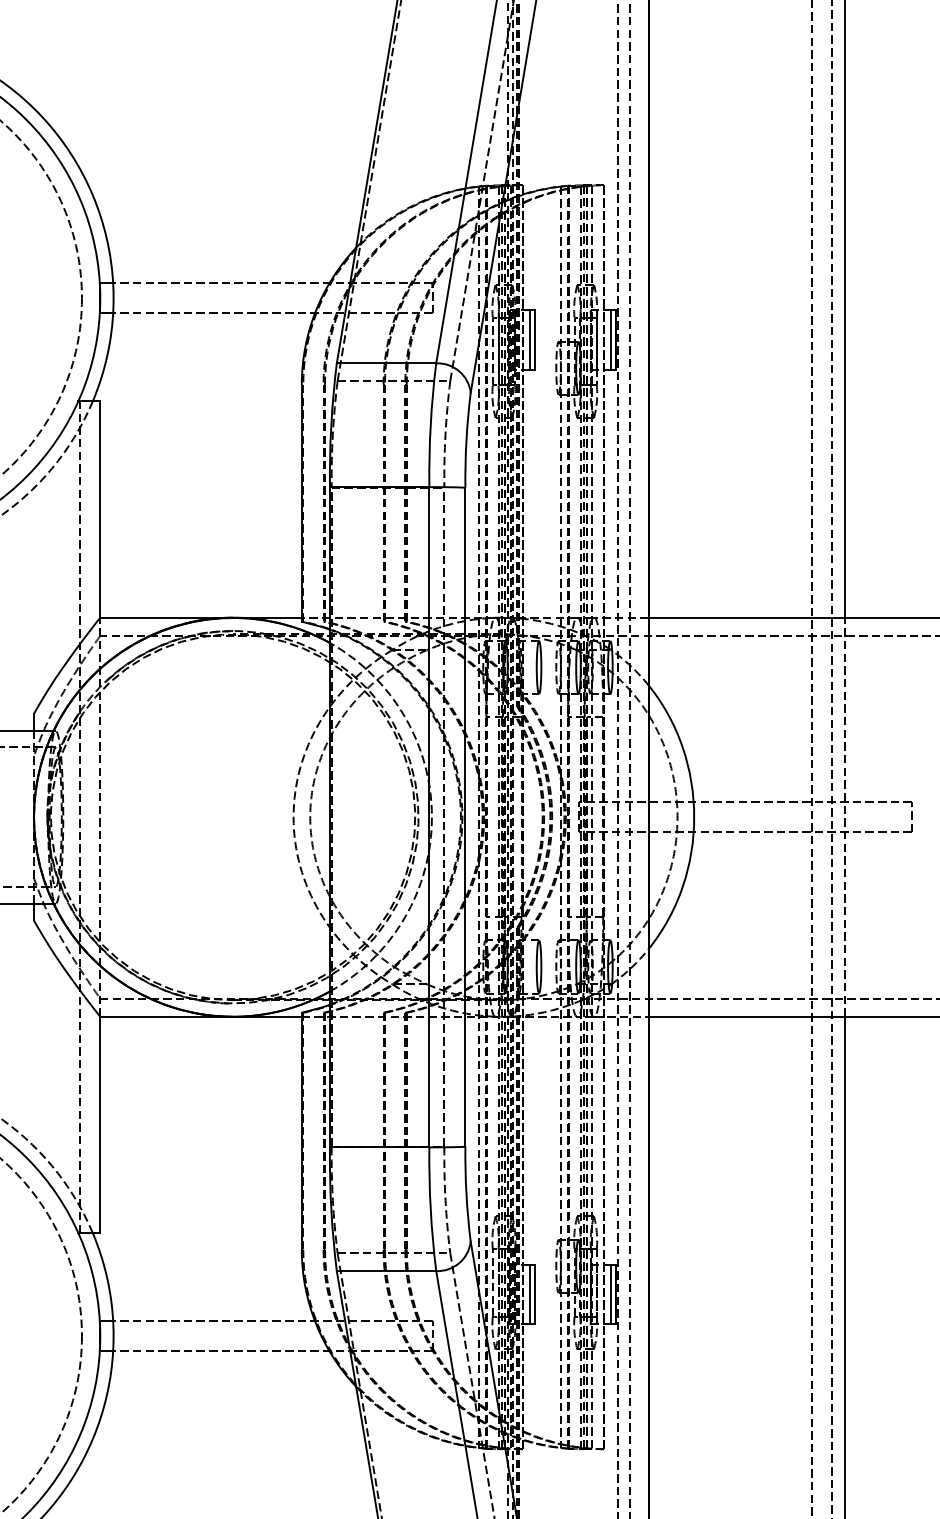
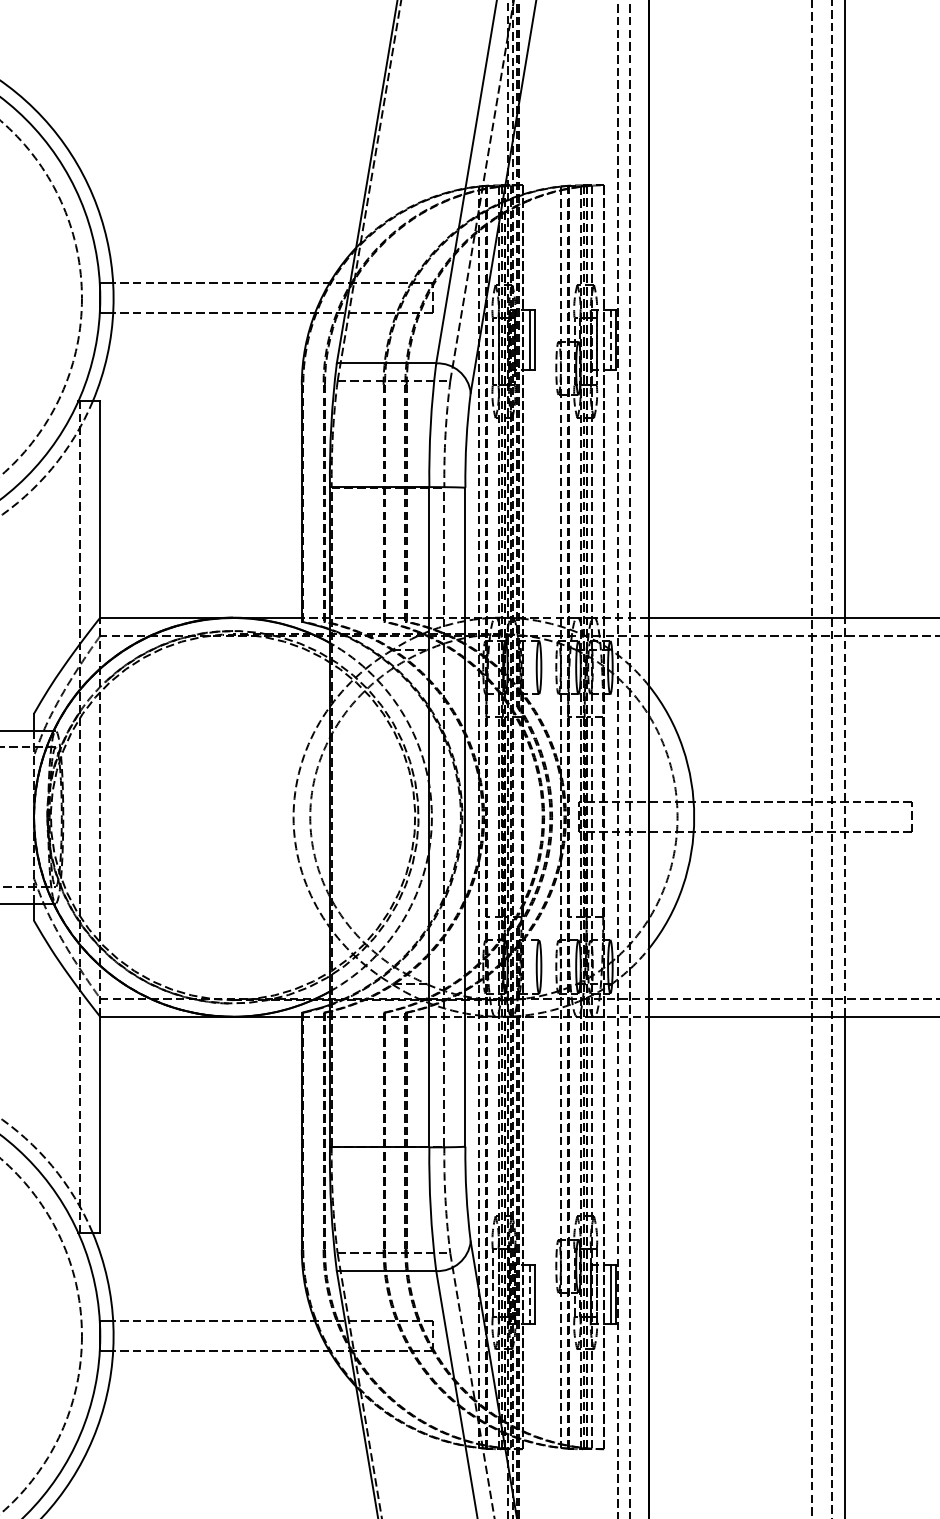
line at (611, 339): solid -> dashed
line at (529, 1294): solid -> dashed
